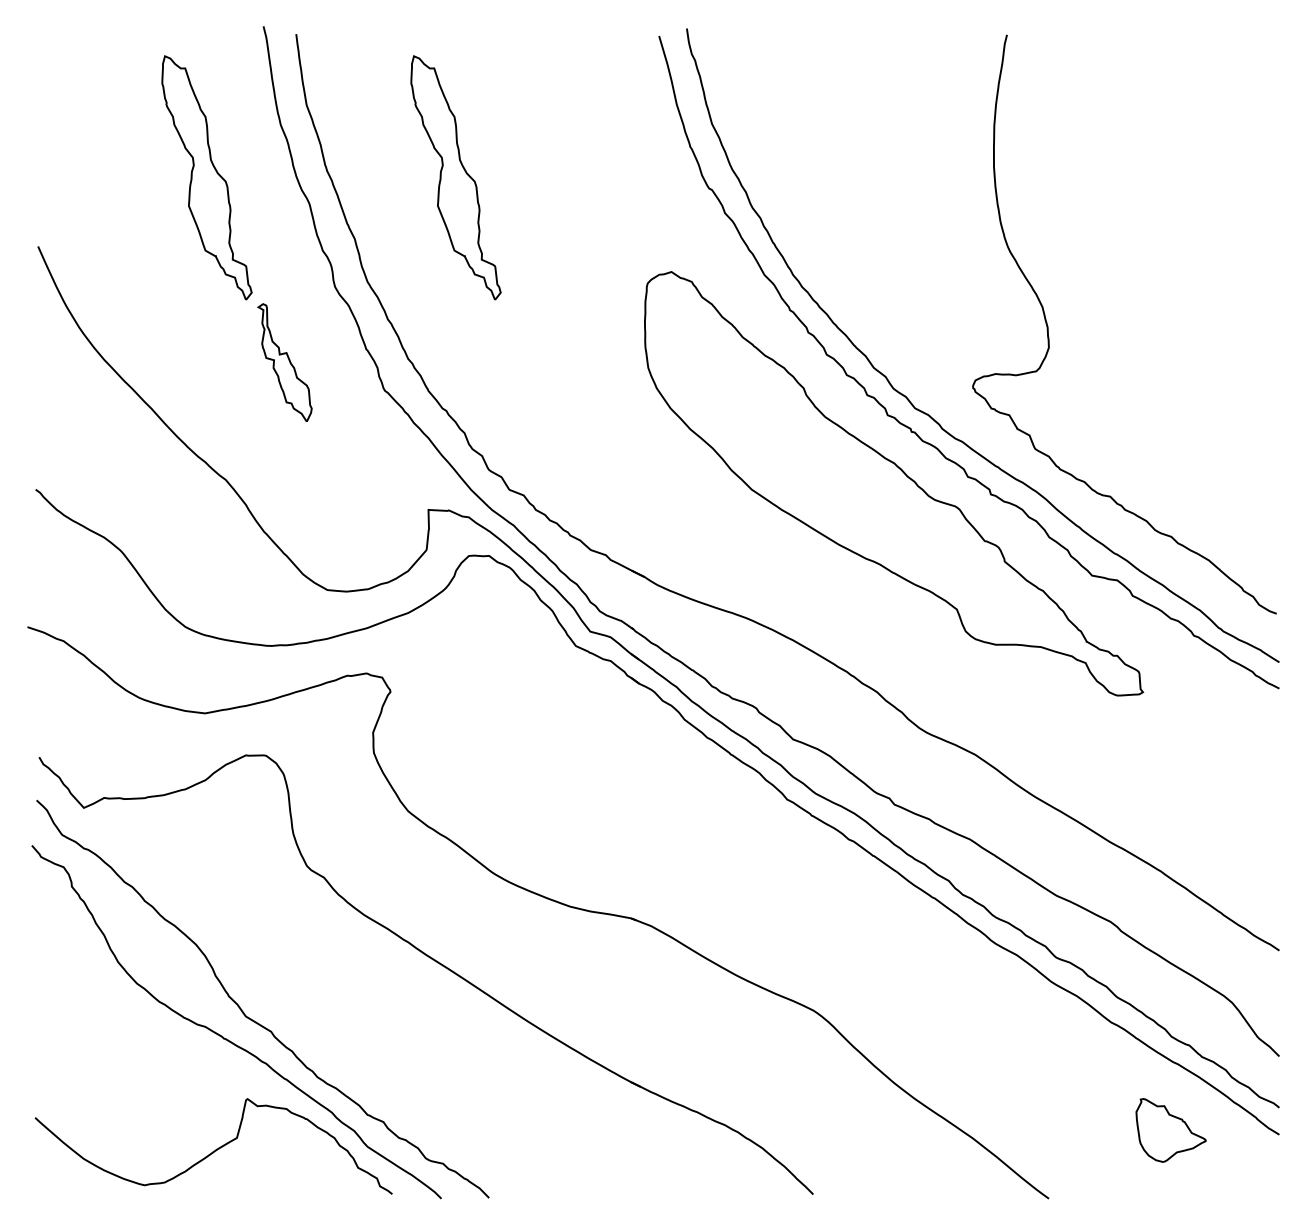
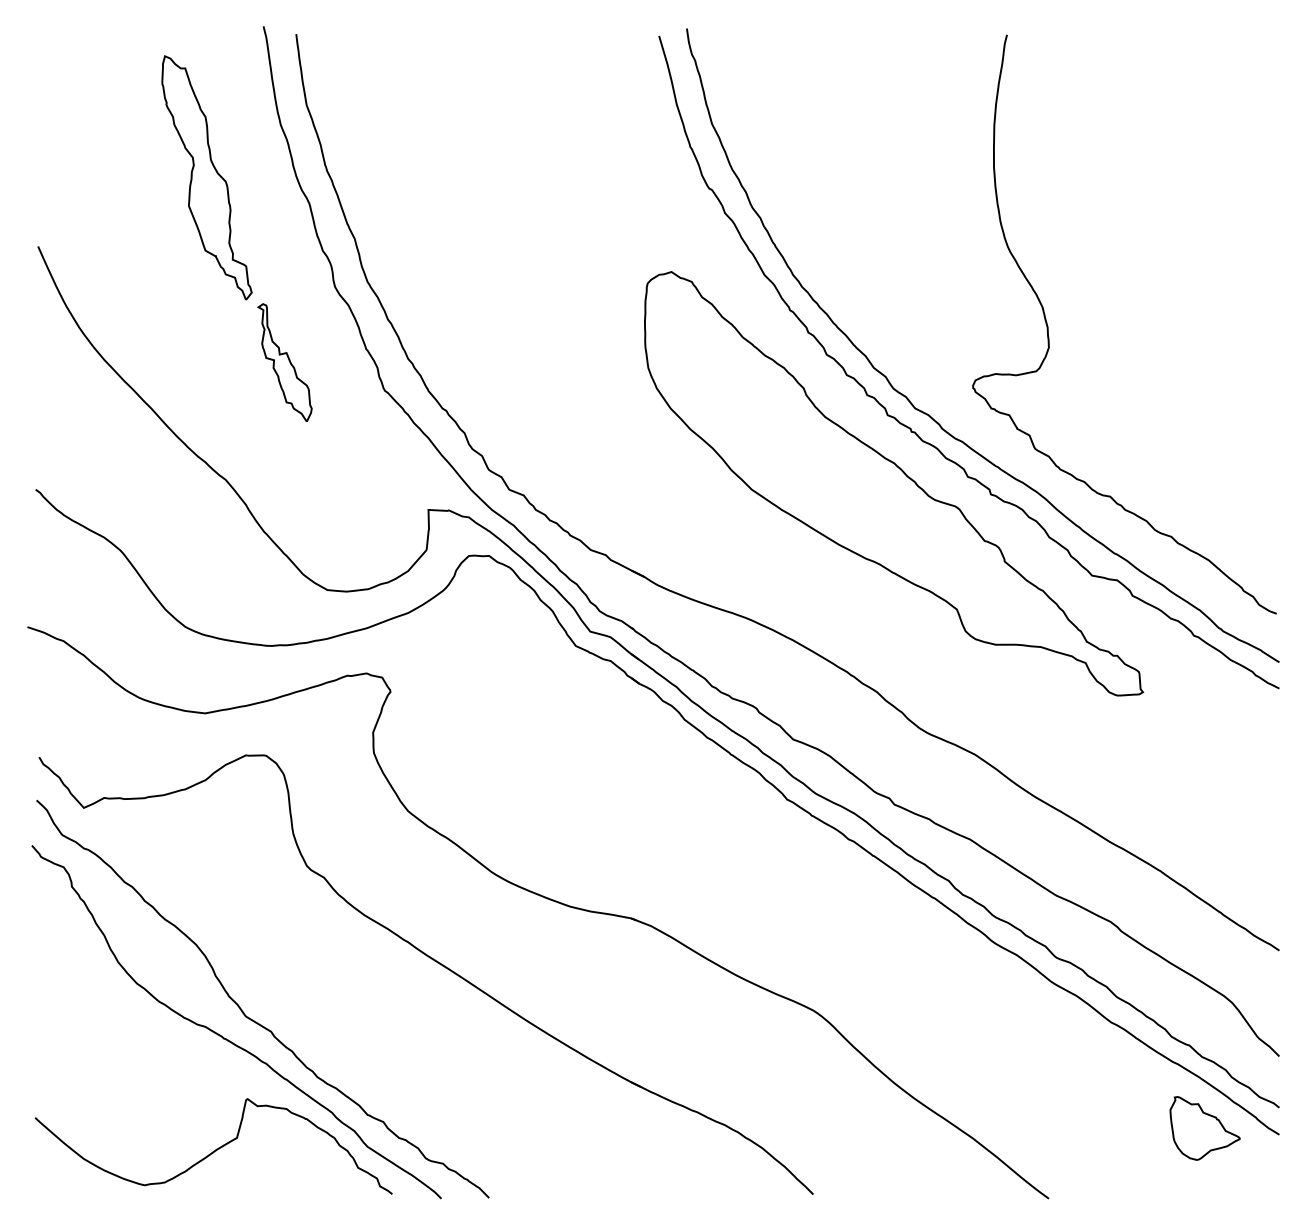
part at (455, 177): present -> none
part at (1170, 1130) position: (1170, 1130) -> (1204, 1128)
